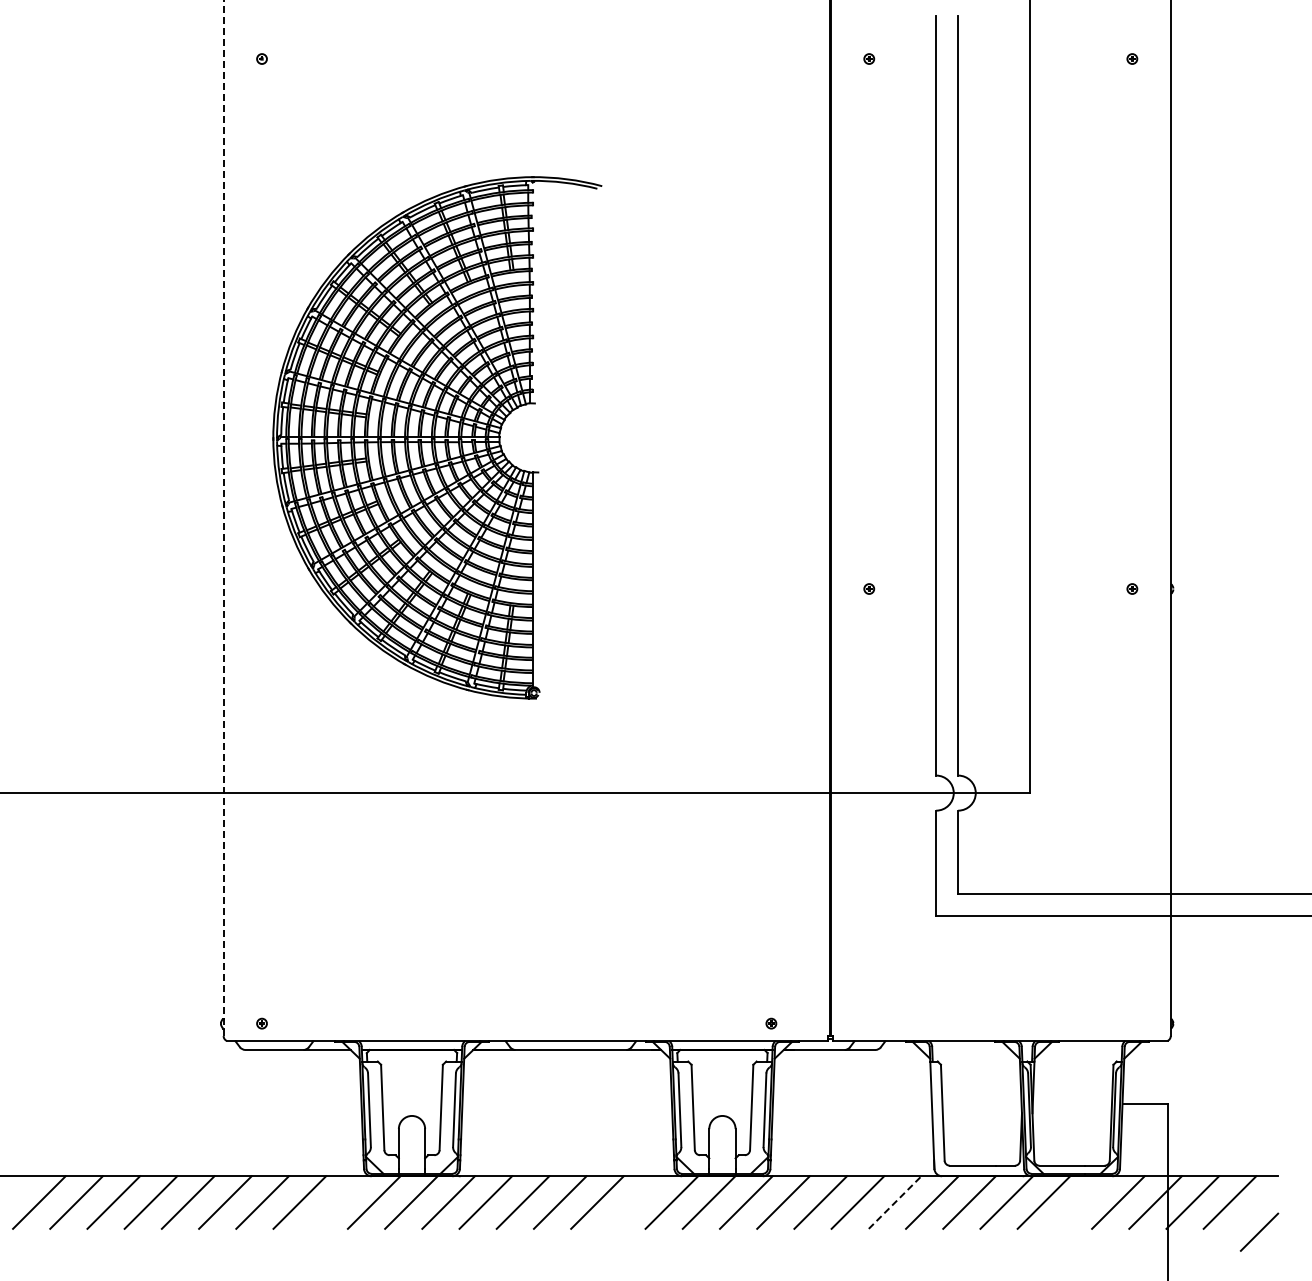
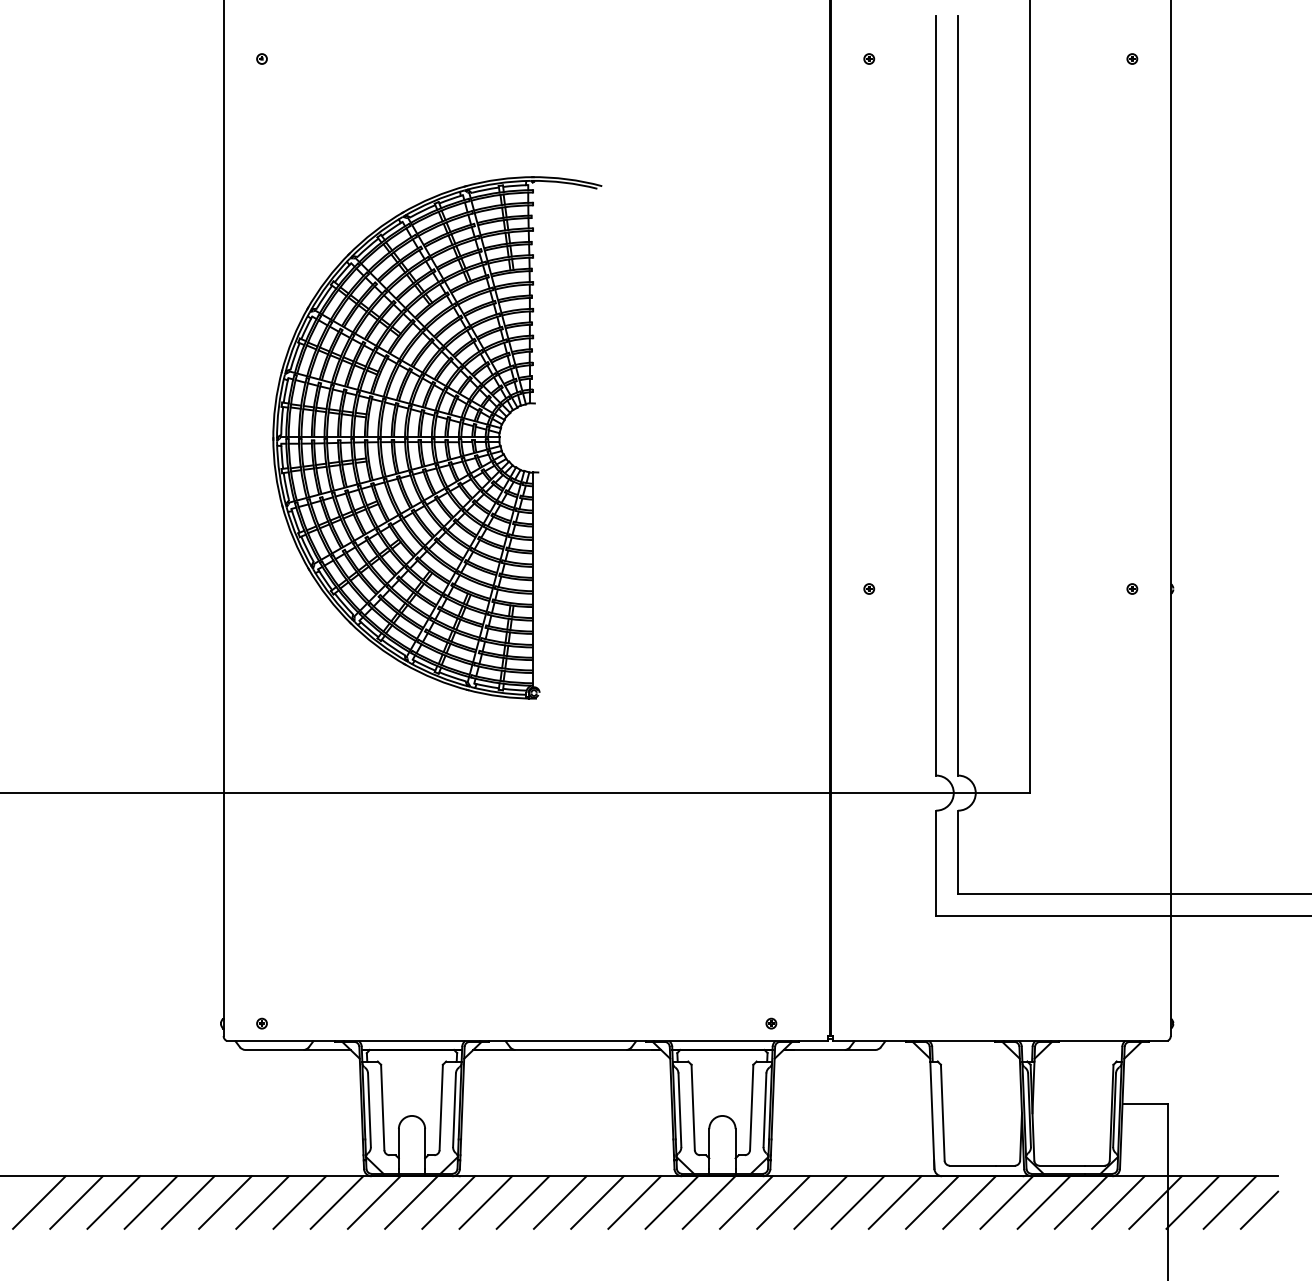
line at (223, 518): dashed -> solid
line at (336, 1202): none -> present
line at (634, 1202): none -> present
line at (895, 1202): dashed -> solid
line at (1080, 1202): none -> present
line at (1259, 1231) position: (1259, 1231) -> (1259, 1209)
